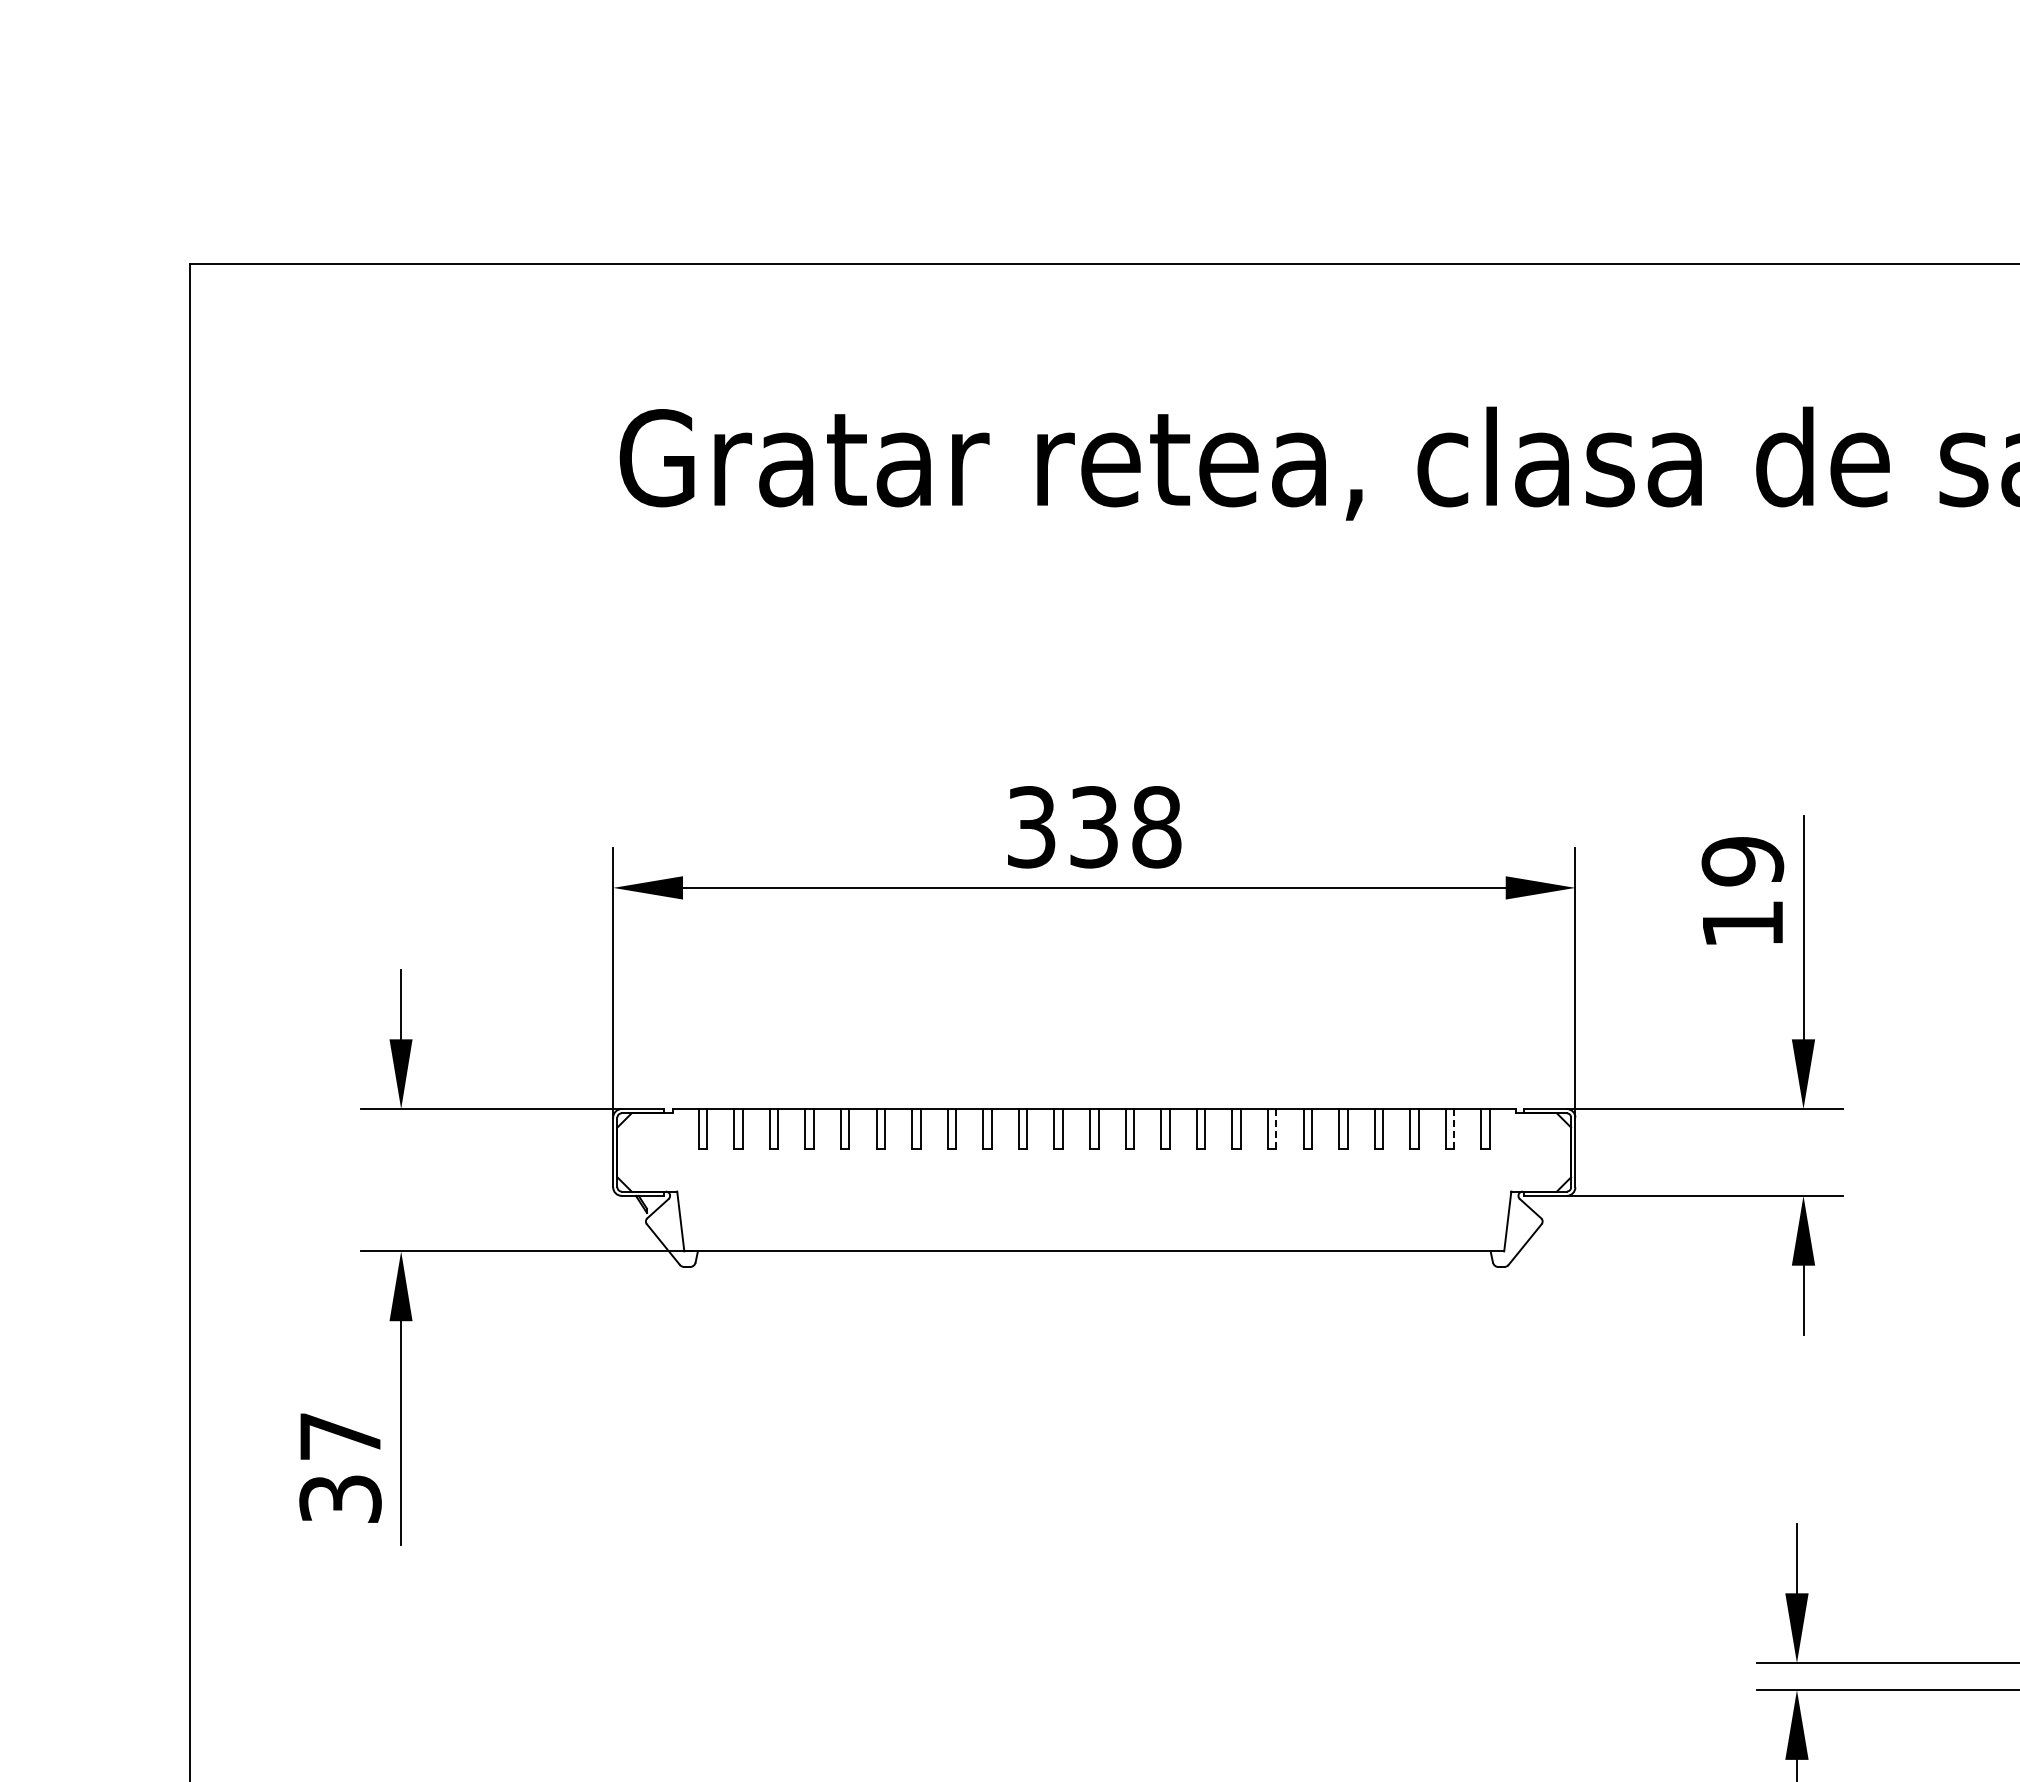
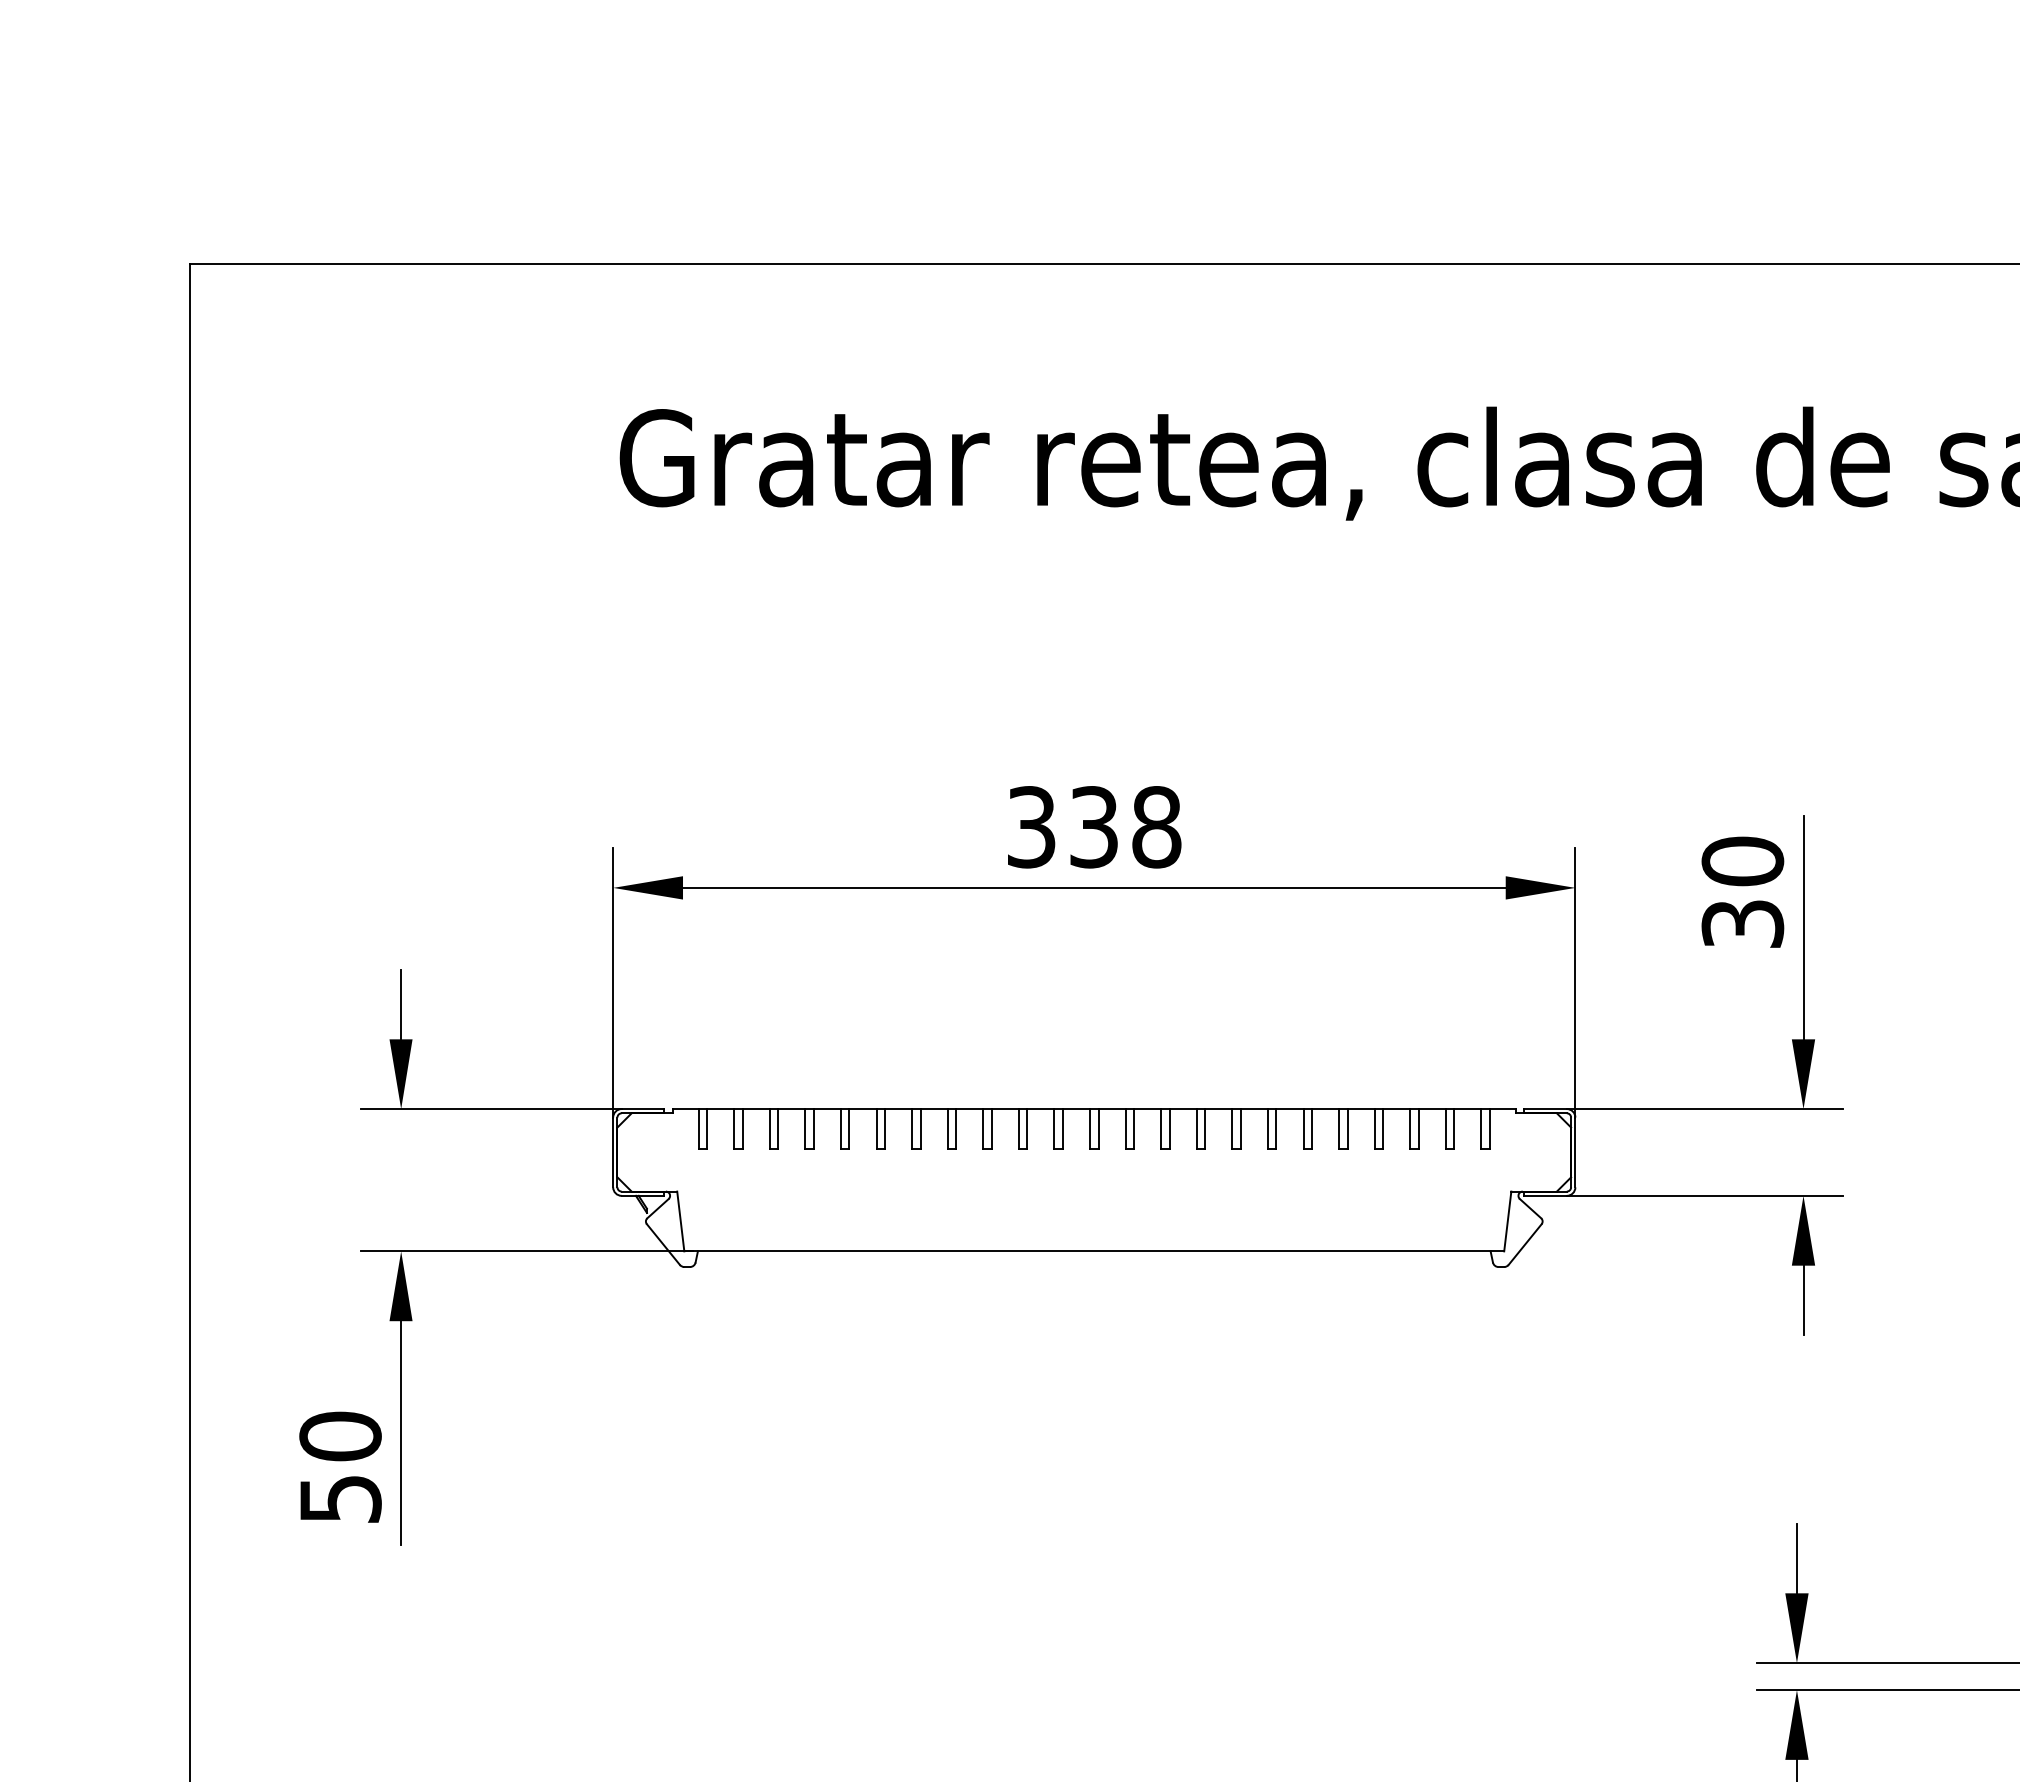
text at (1742, 891): 19 -> 30
line at (1276, 1128): dashed -> solid
line at (1454, 1128): dashed -> solid
text at (340, 1466): 37 -> 50
